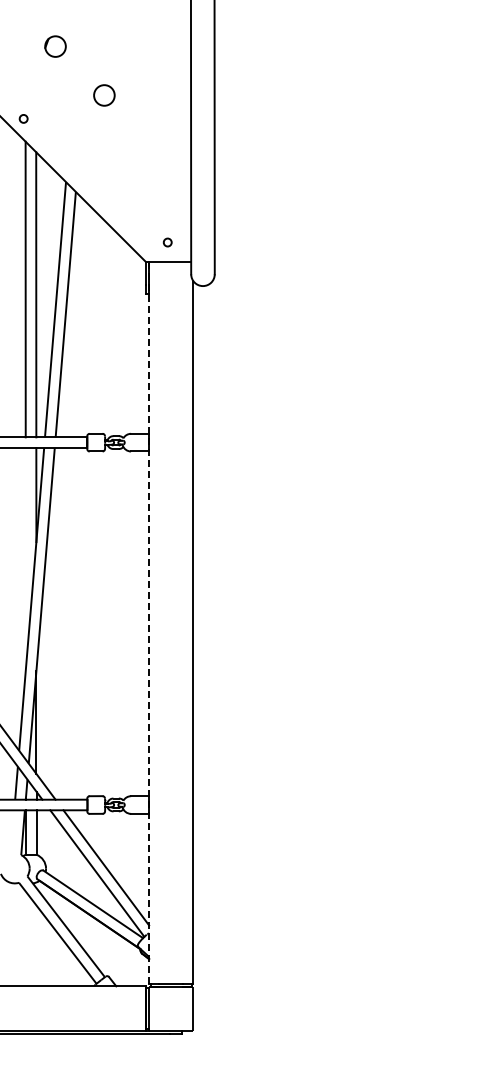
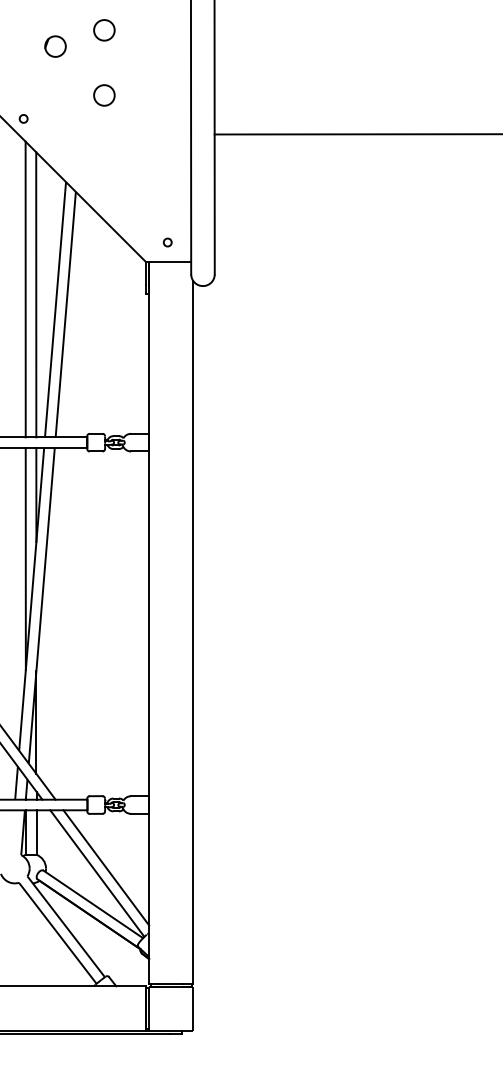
part at (104, 30): none -> present
line at (356, 134): none -> present
line at (25, 558): none -> present
line at (149, 622): dashed -> solid
